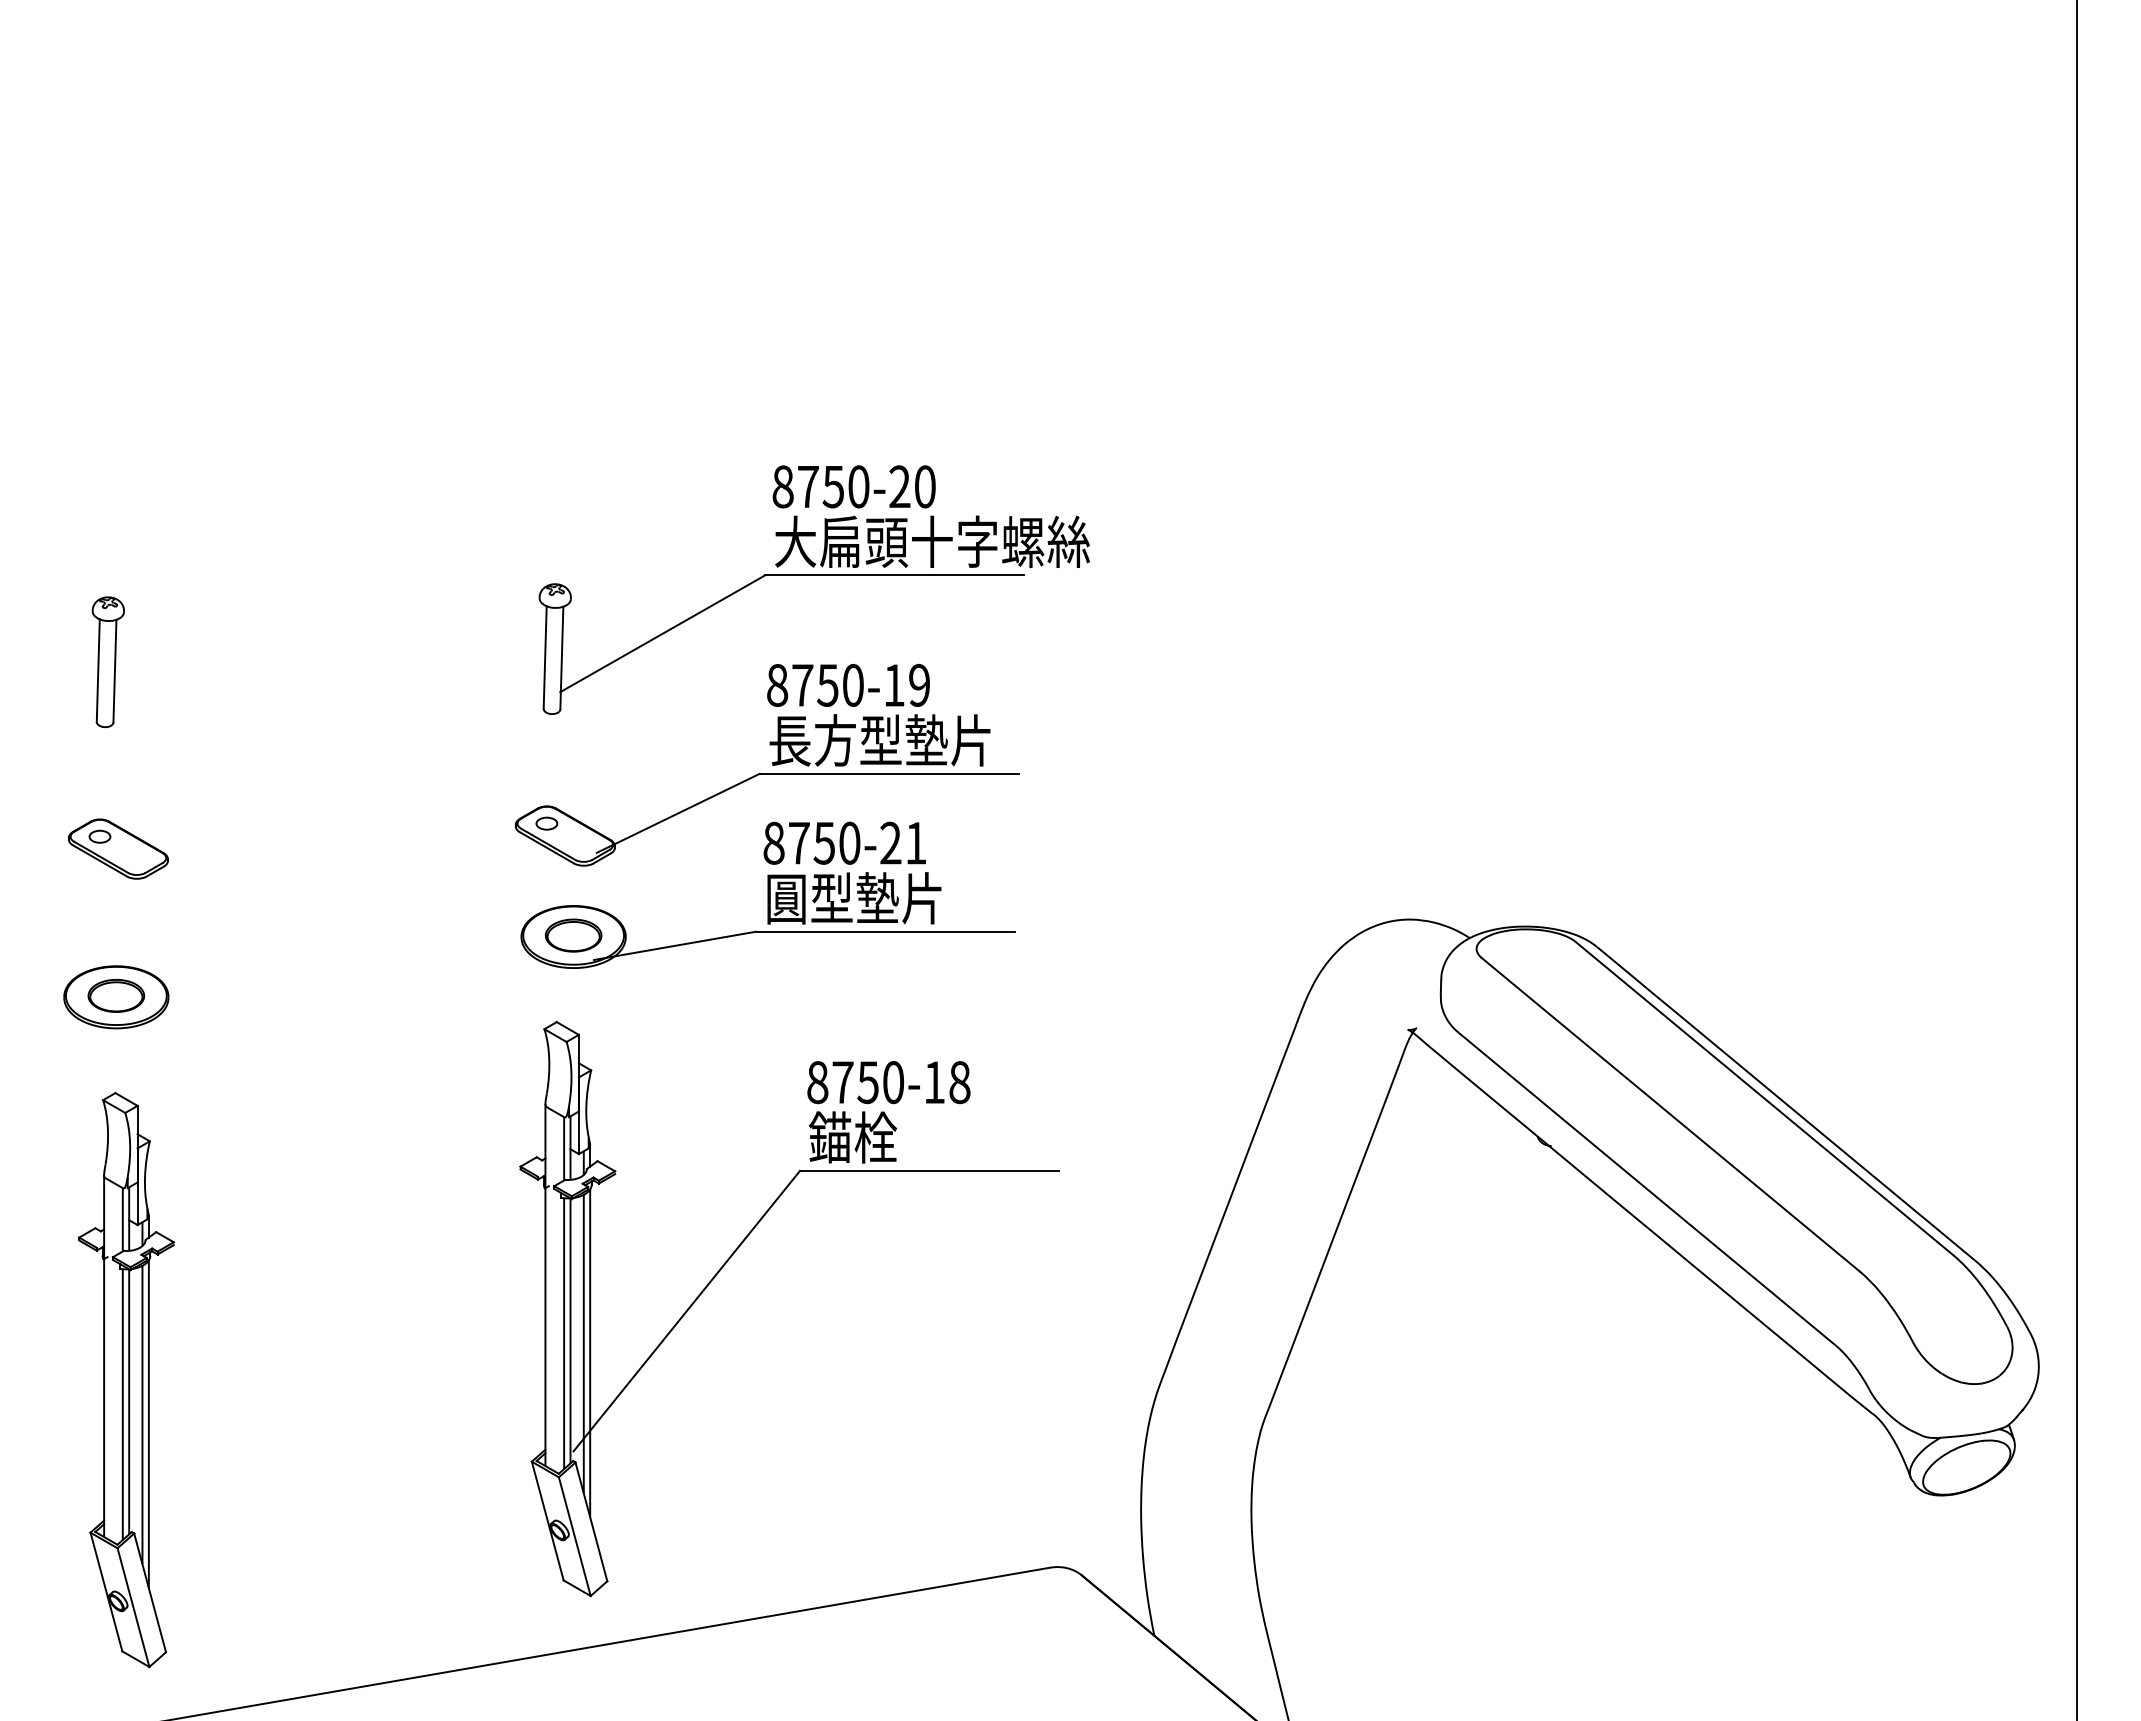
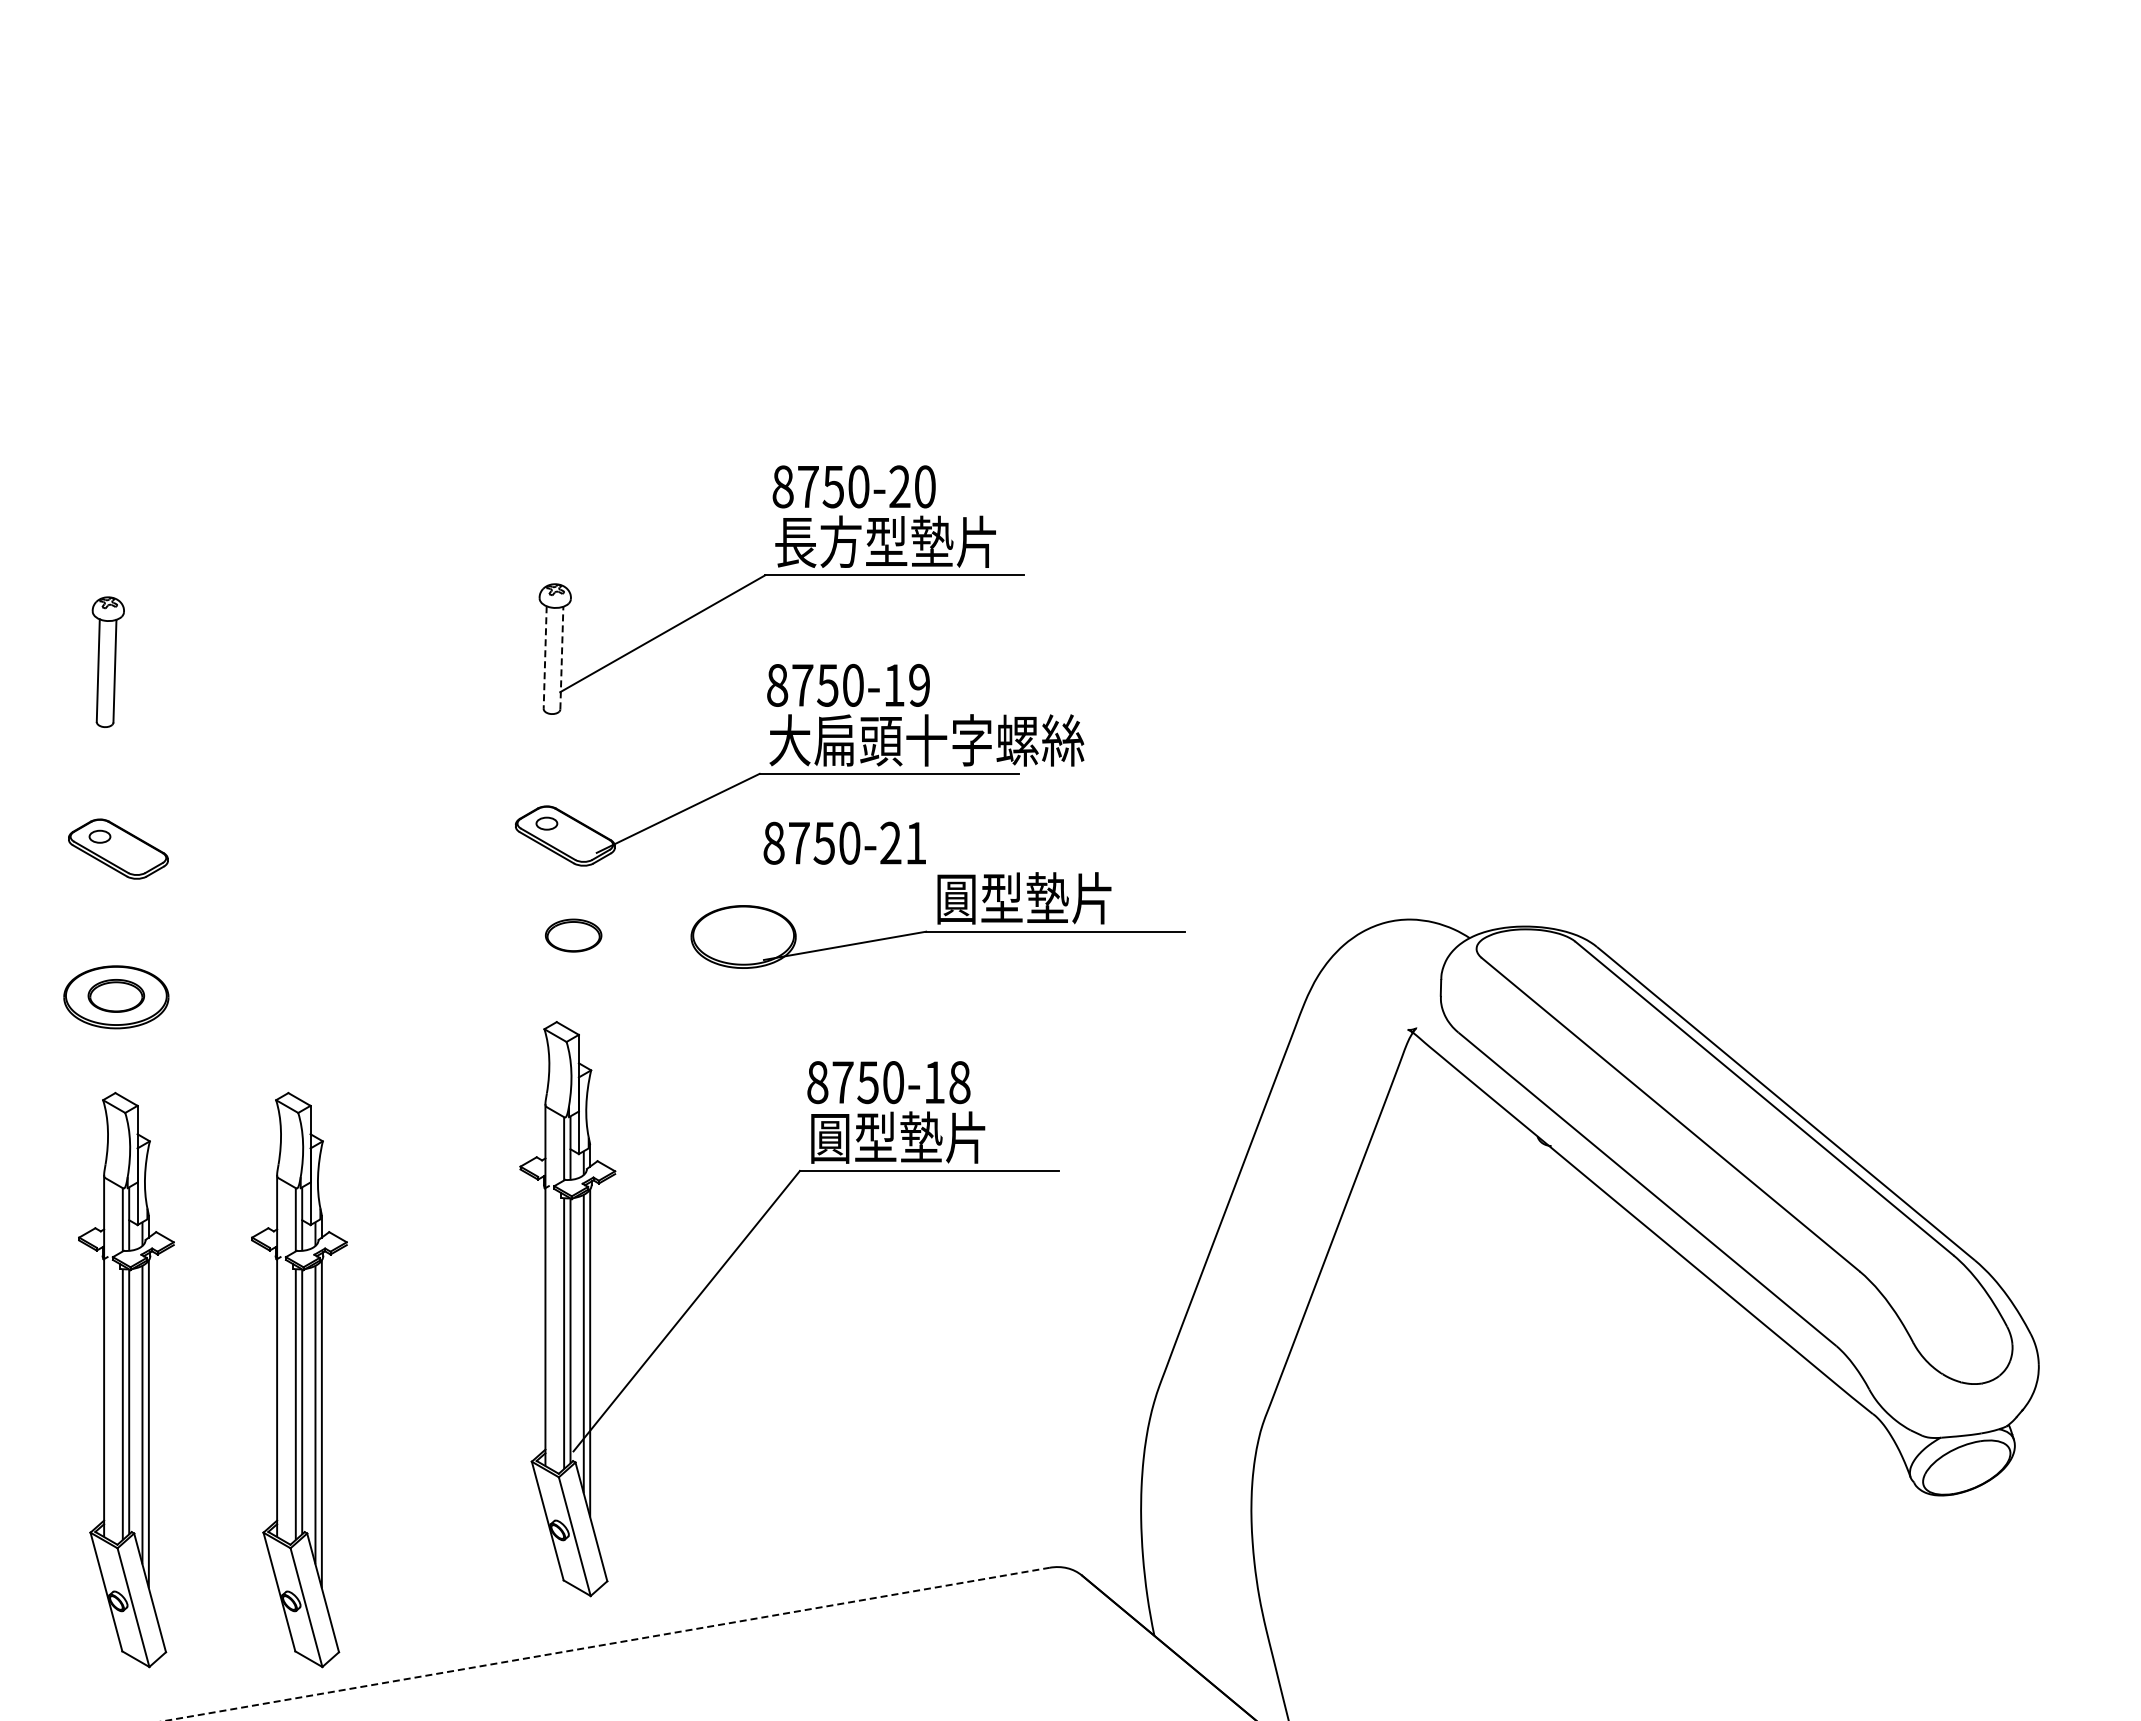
text at (932, 541): 大扁頭十字螺絲 -> 長方型墊片
line at (561, 657): solid -> dashed
line at (545, 658): solid -> dashed
text at (926, 740): 長方型墊片 -> 大扁頭十字螺絲
line at (2076, 859): present -> none
part at (767, 920) position: (767, 920) -> (937, 920)
text at (896, 1137): 錨栓 -> 圓型墊片
part at (299, 1379): none -> present
line at (607, 1644): solid -> dashed
